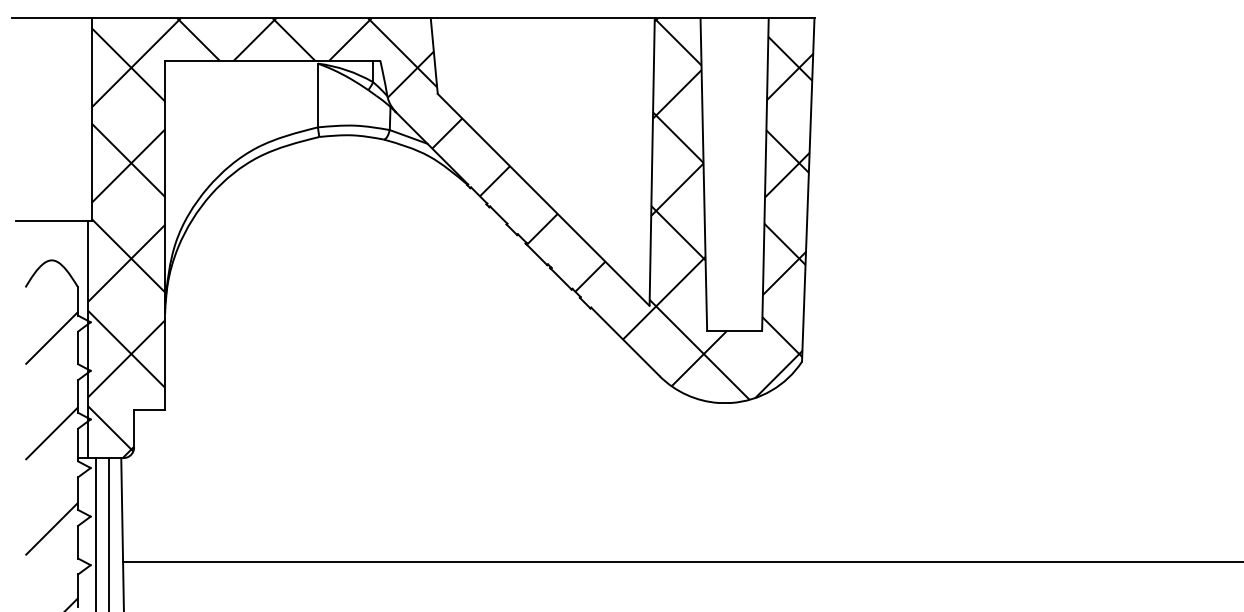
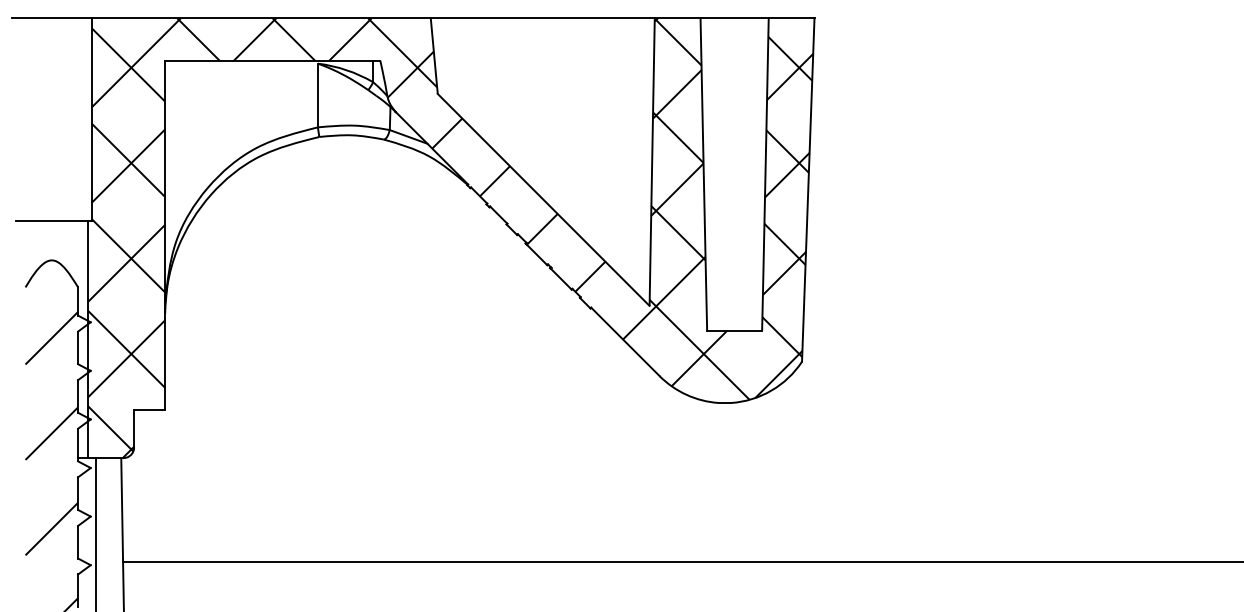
line at (108, 533): present -> none
